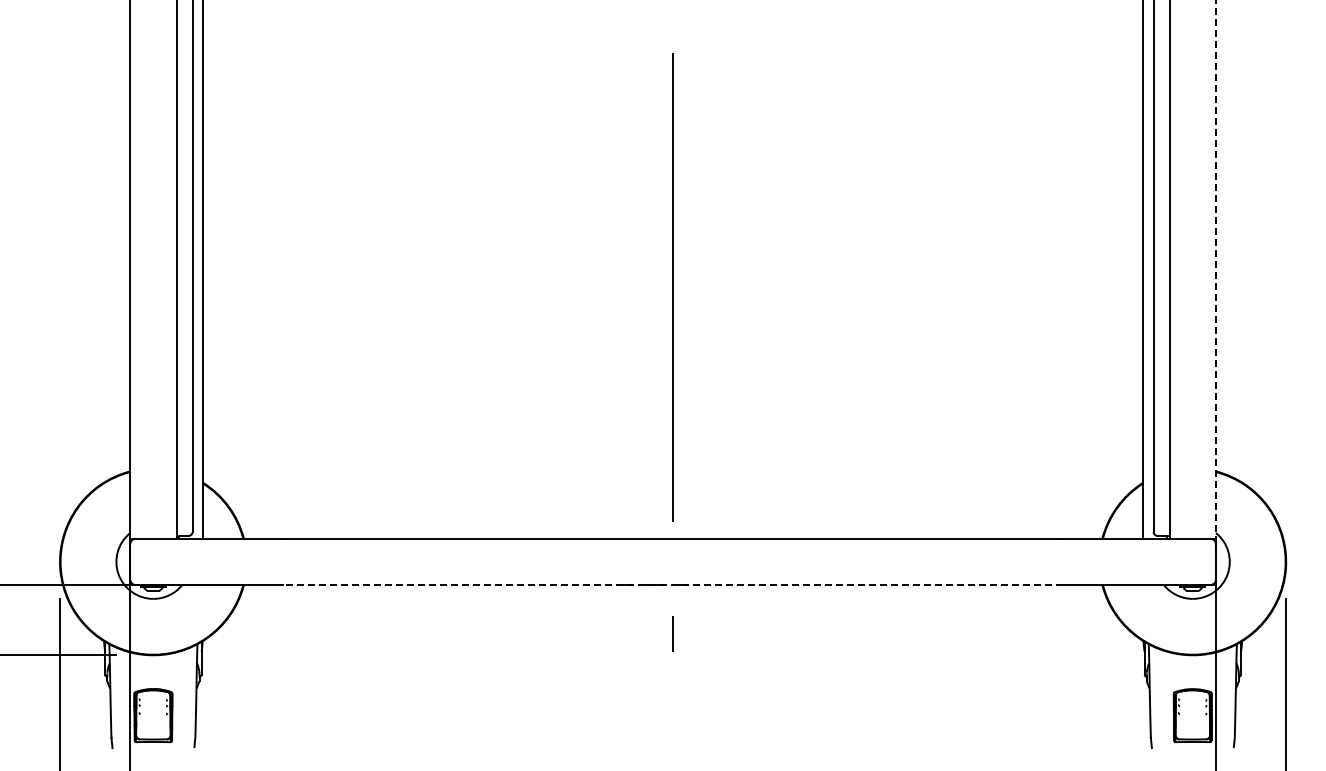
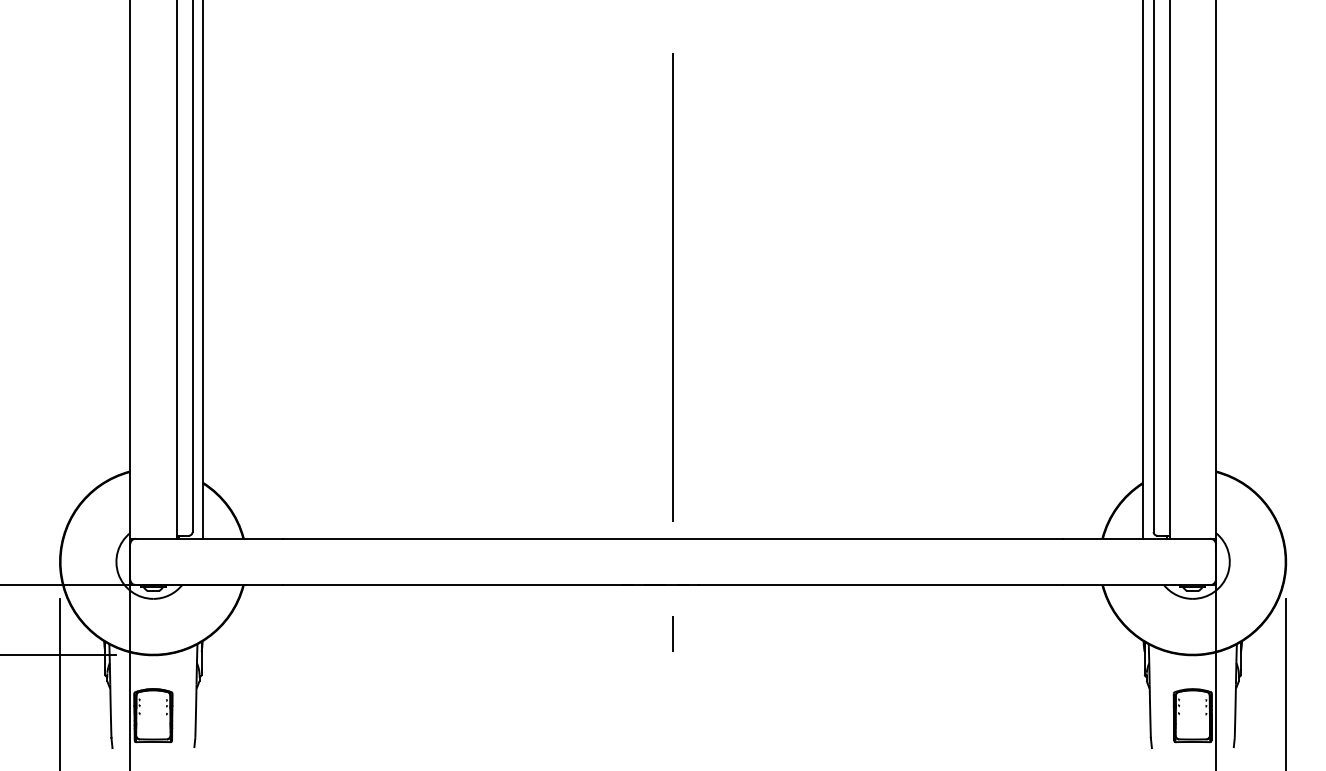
line at (1215, 269): dashed -> solid
line at (672, 585): dashed -> solid
